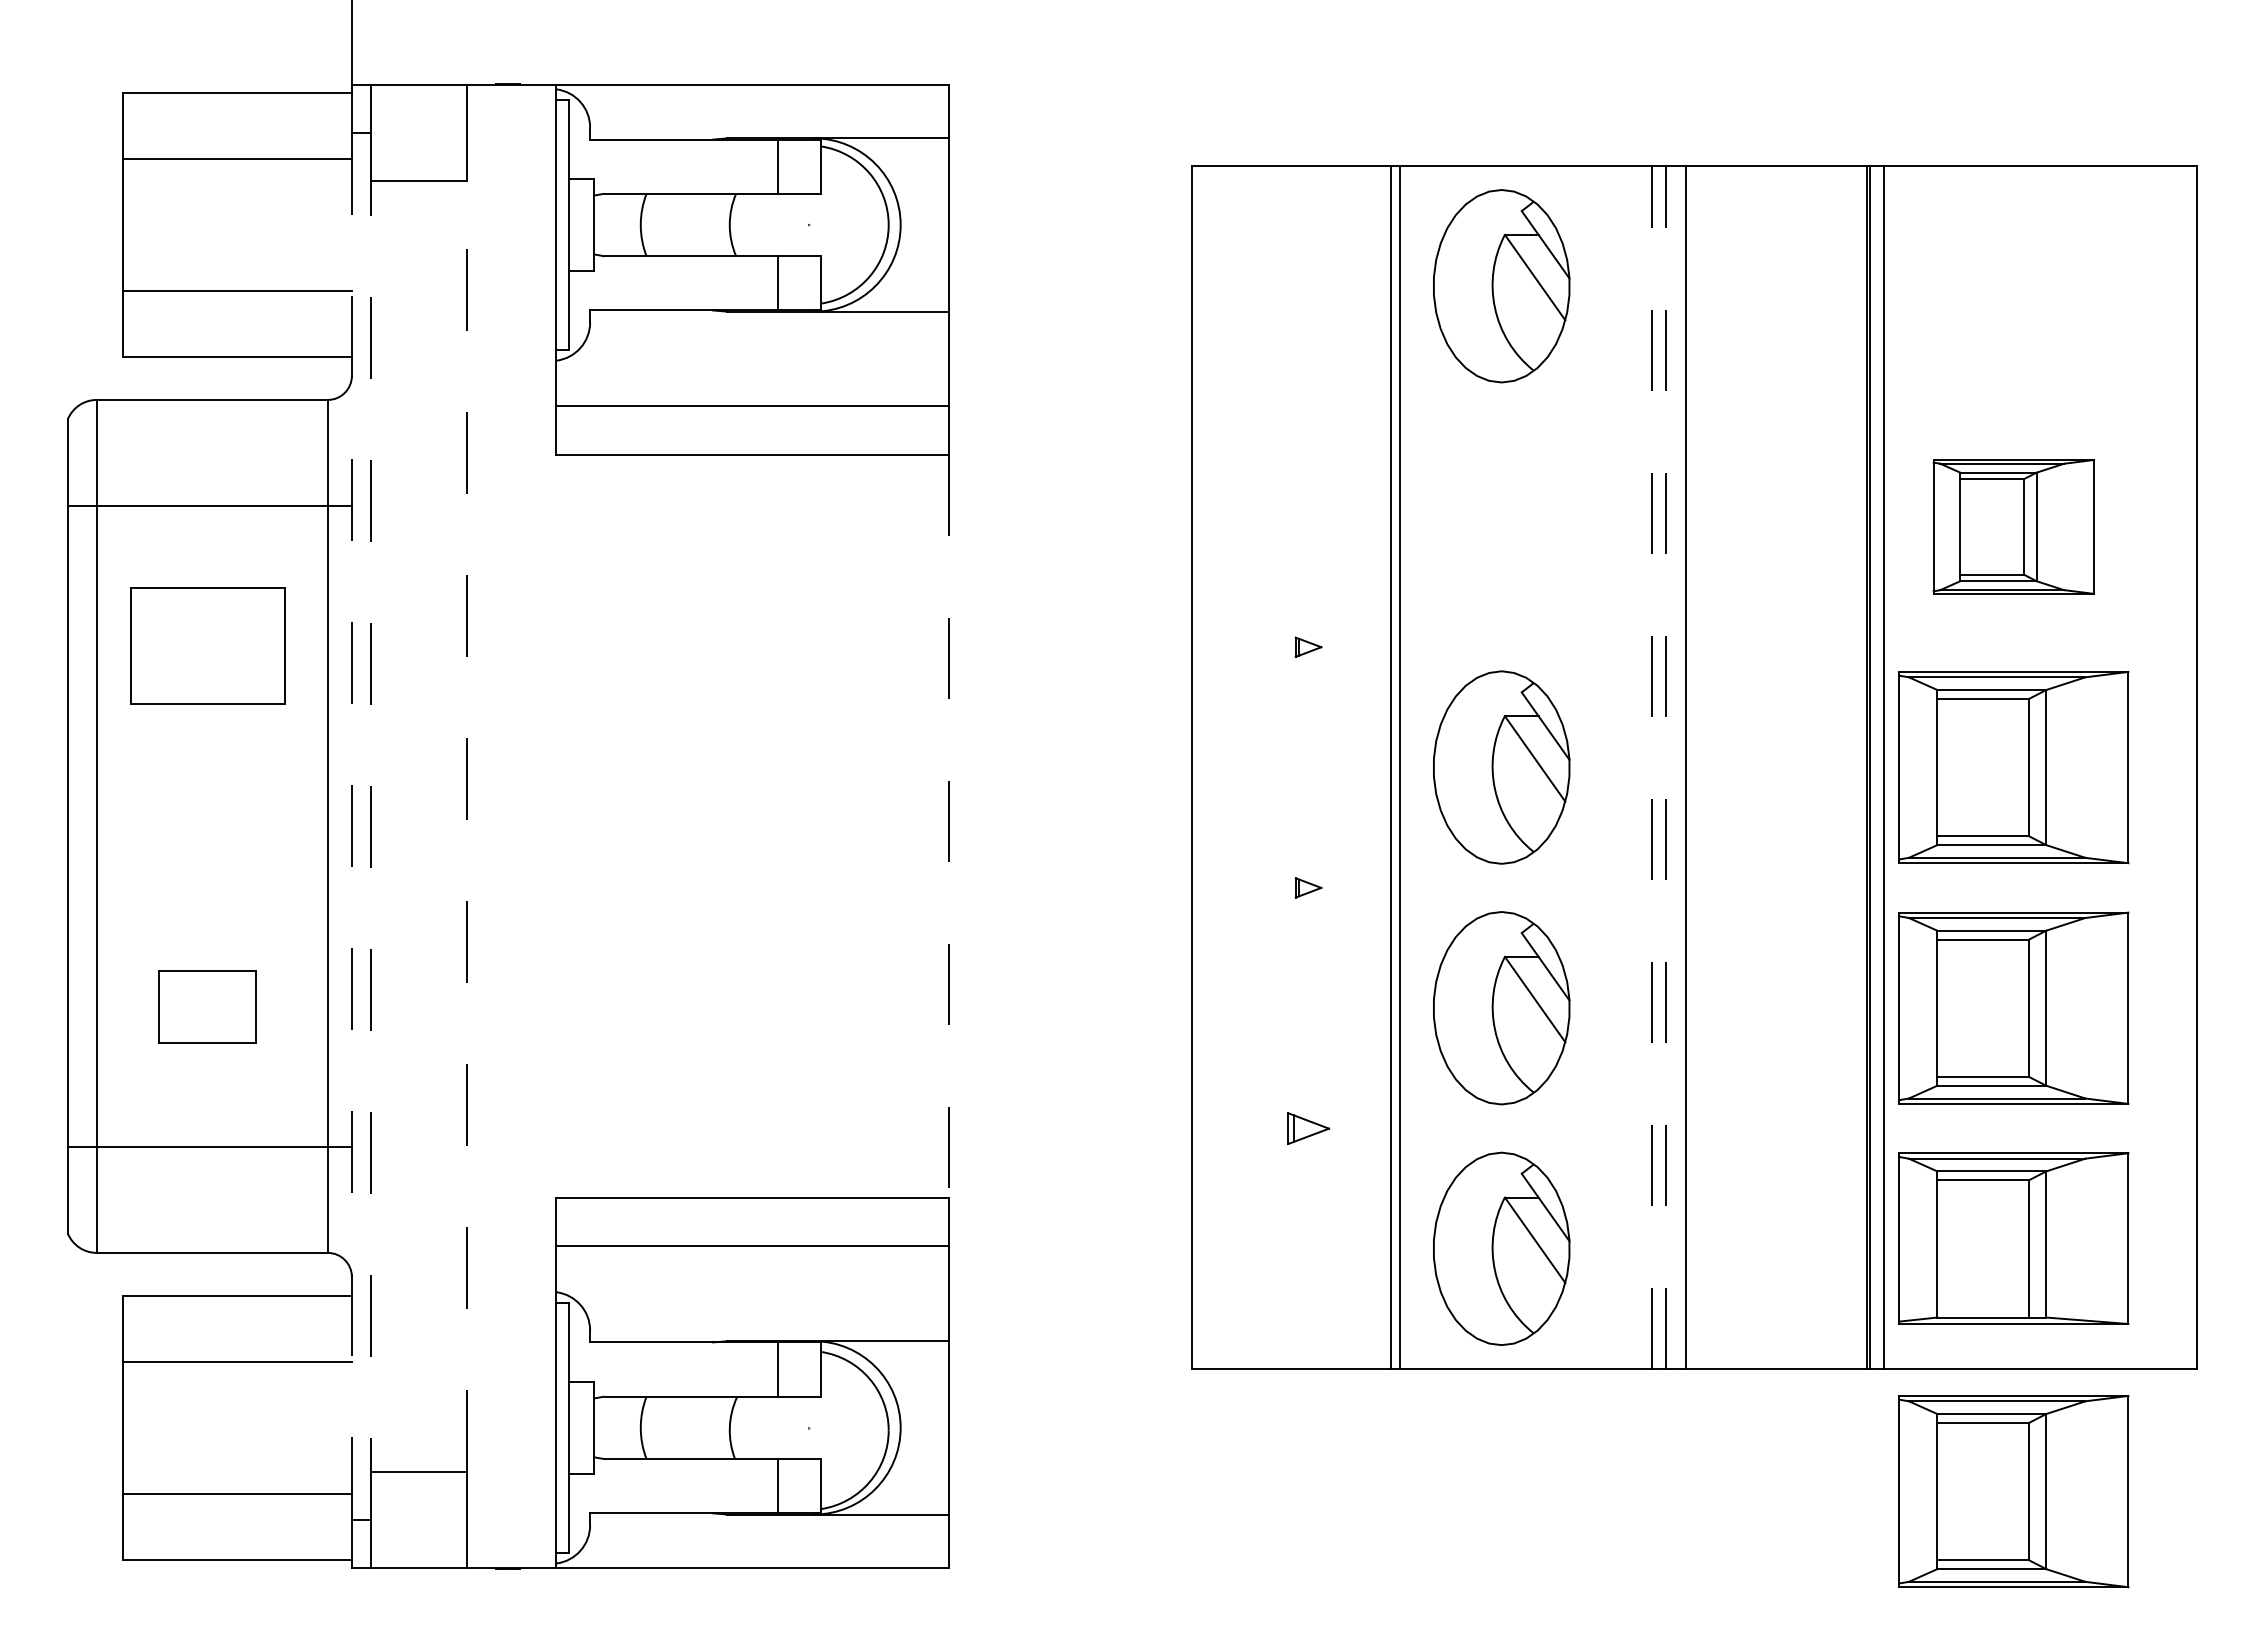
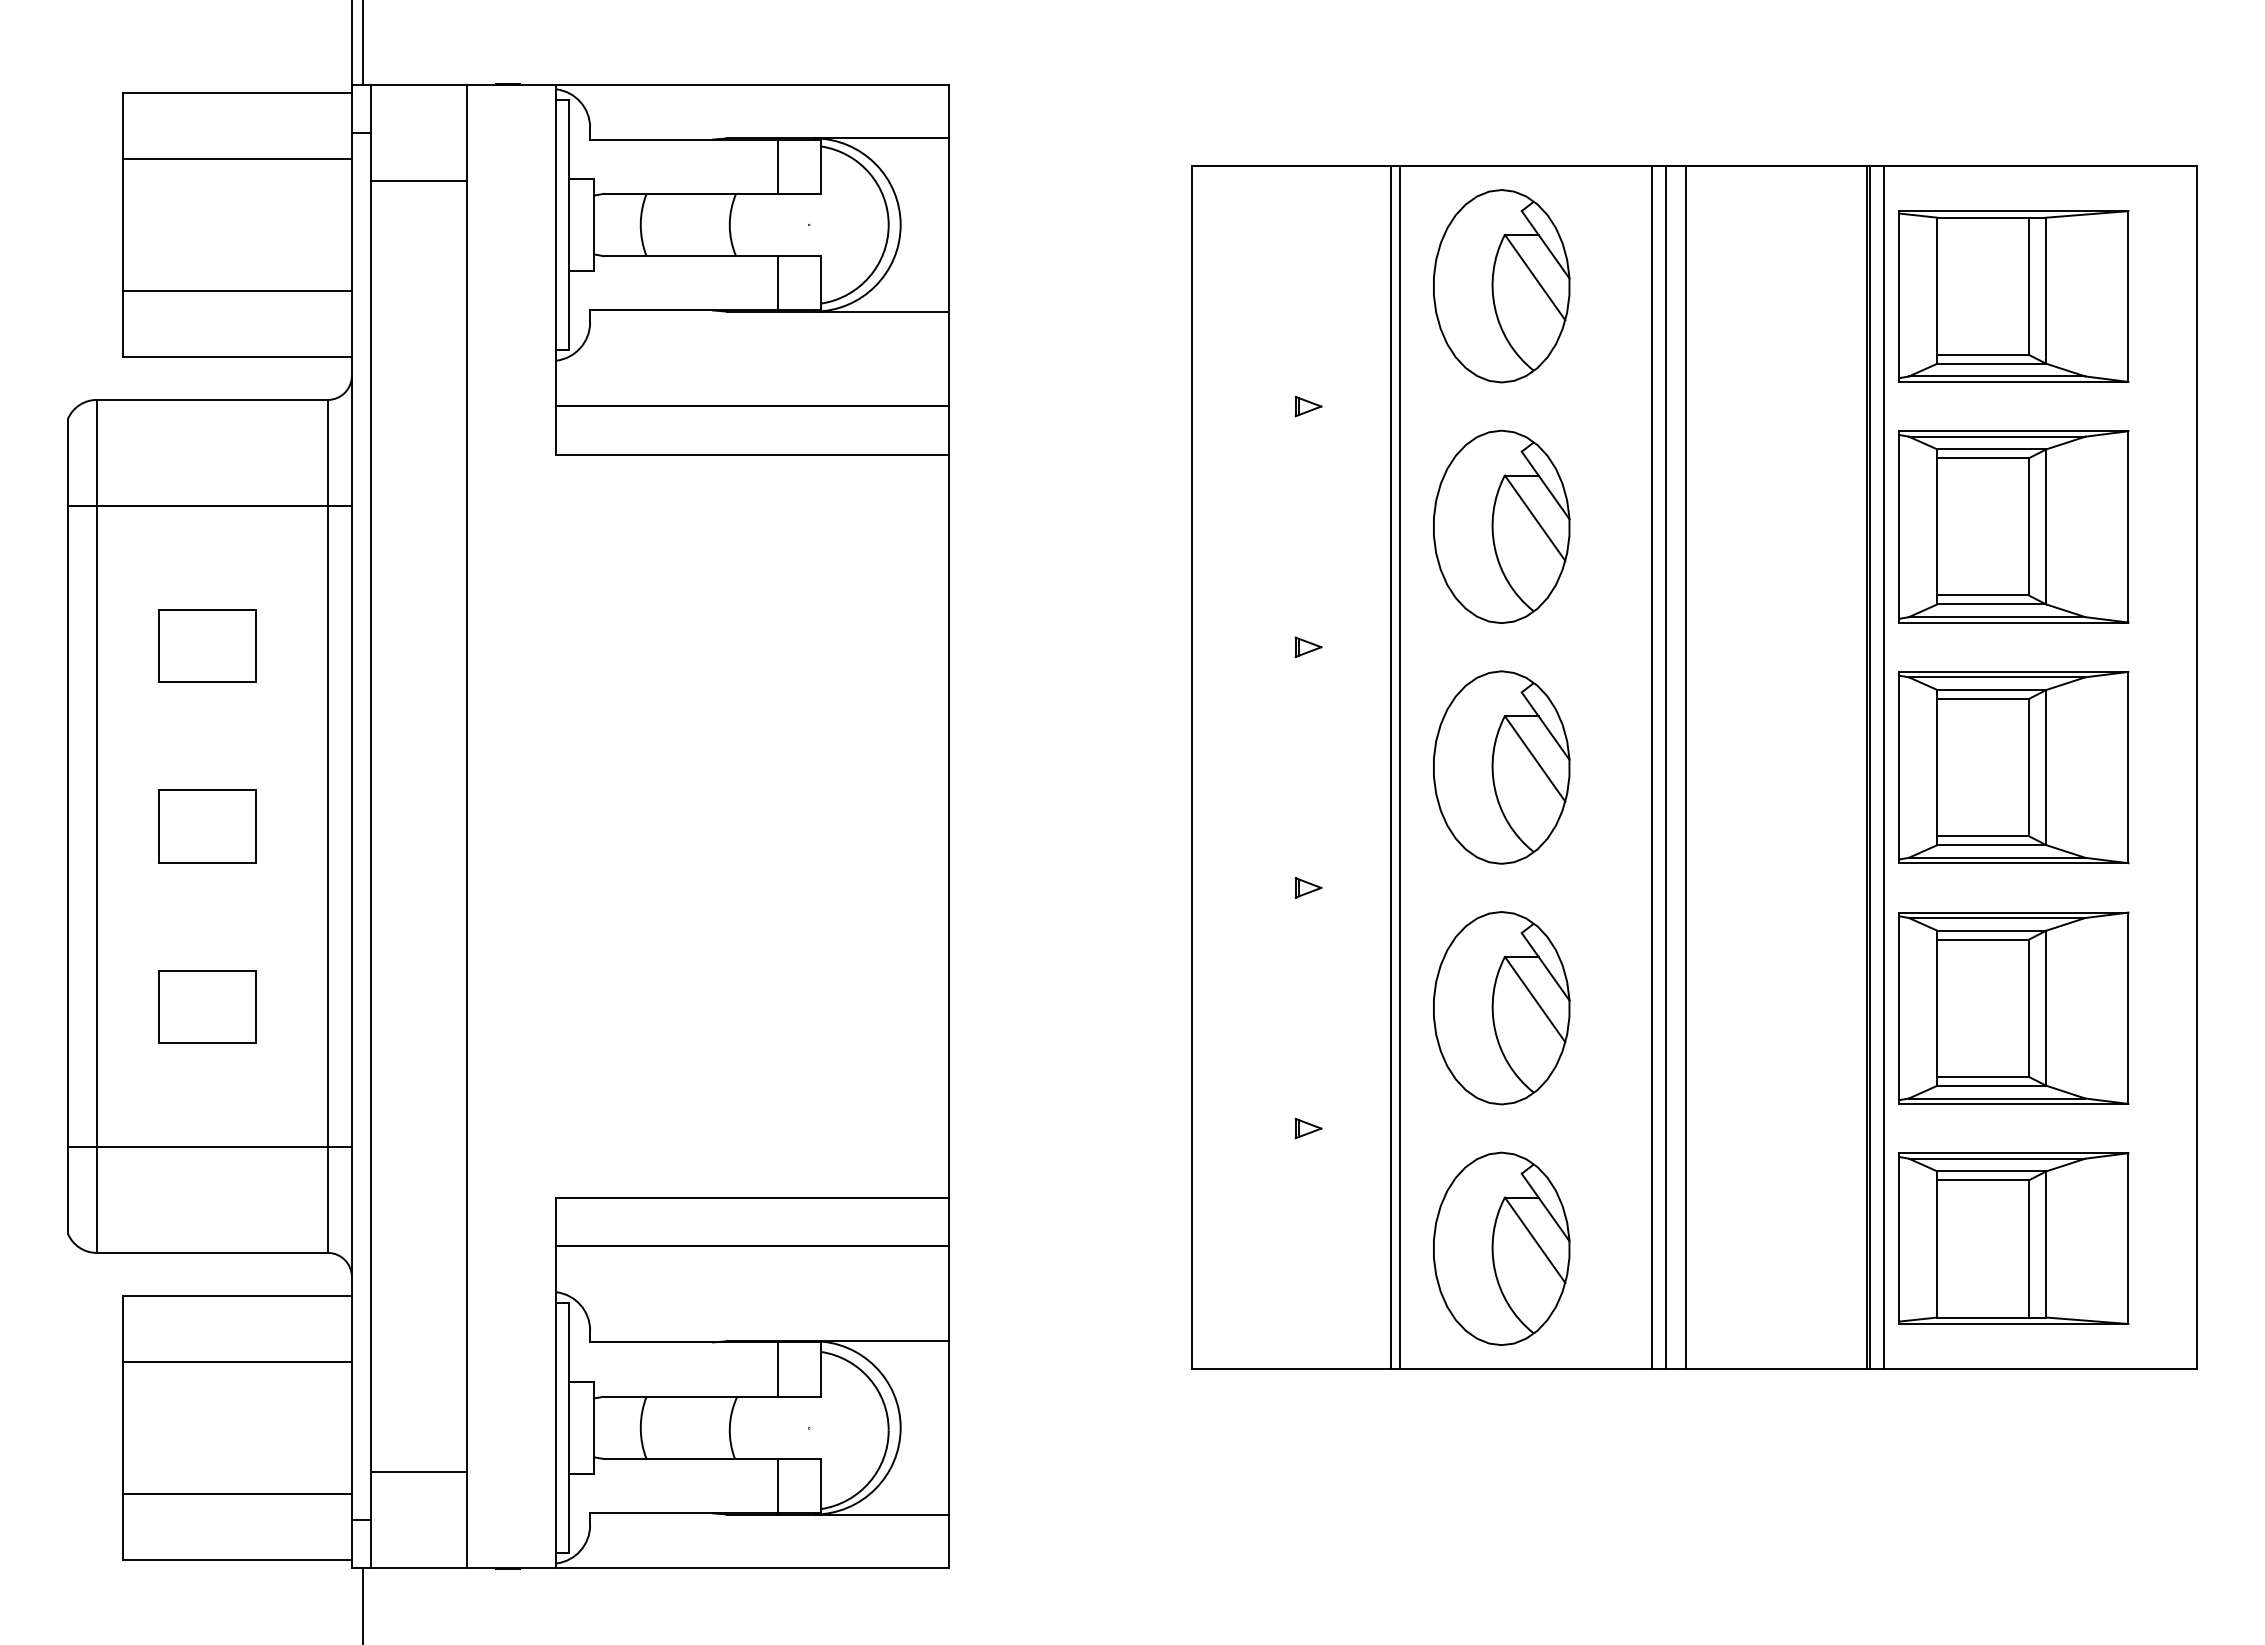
line at (362, 43): none -> present
part at (2013, 296): none -> present
part at (1308, 406): none -> present
part at (1501, 526): none -> present
part at (2013, 526) size: 163x136 px -> 232x194 px
part at (207, 645) size: 156x118 px -> 99x74 px
line at (1652, 767): dashed -> solid
line at (1665, 767): dashed -> solid
line at (371, 825): dashed -> solid
line at (467, 825): dashed -> solid
part at (207, 826): none -> present
line at (351, 826): dashed -> solid
line at (948, 826): dashed -> solid
part at (1308, 1128) size: 44x34 px -> 29x23 px
part at (2013, 1491): present -> none
line at (362, 1604): none -> present
